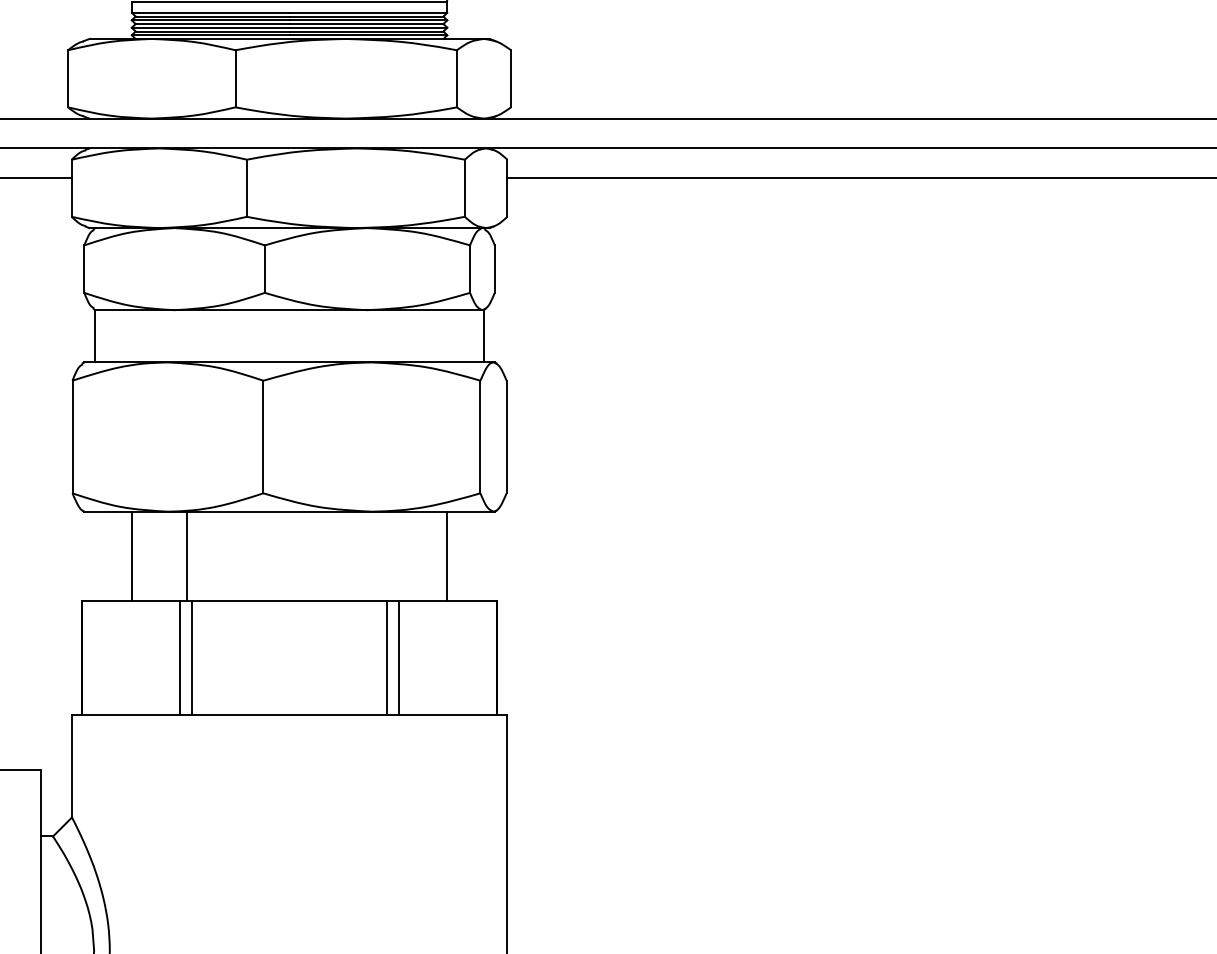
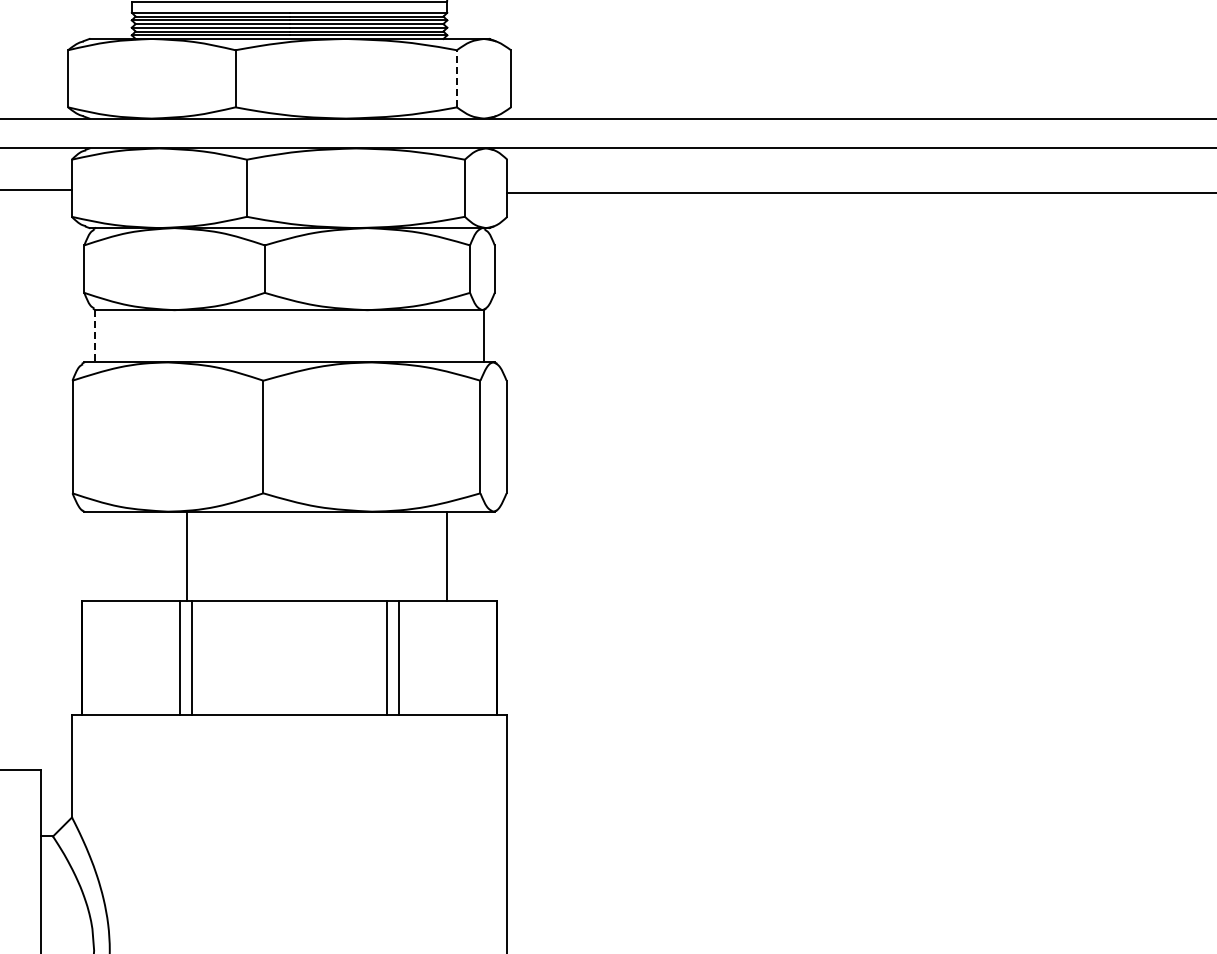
line at (456, 78): solid -> dashed
line at (36, 178) position: (36, 178) -> (36, 190)
line at (860, 178) position: (860, 178) -> (860, 193)
line at (95, 336): solid -> dashed
line at (132, 556): present -> none
